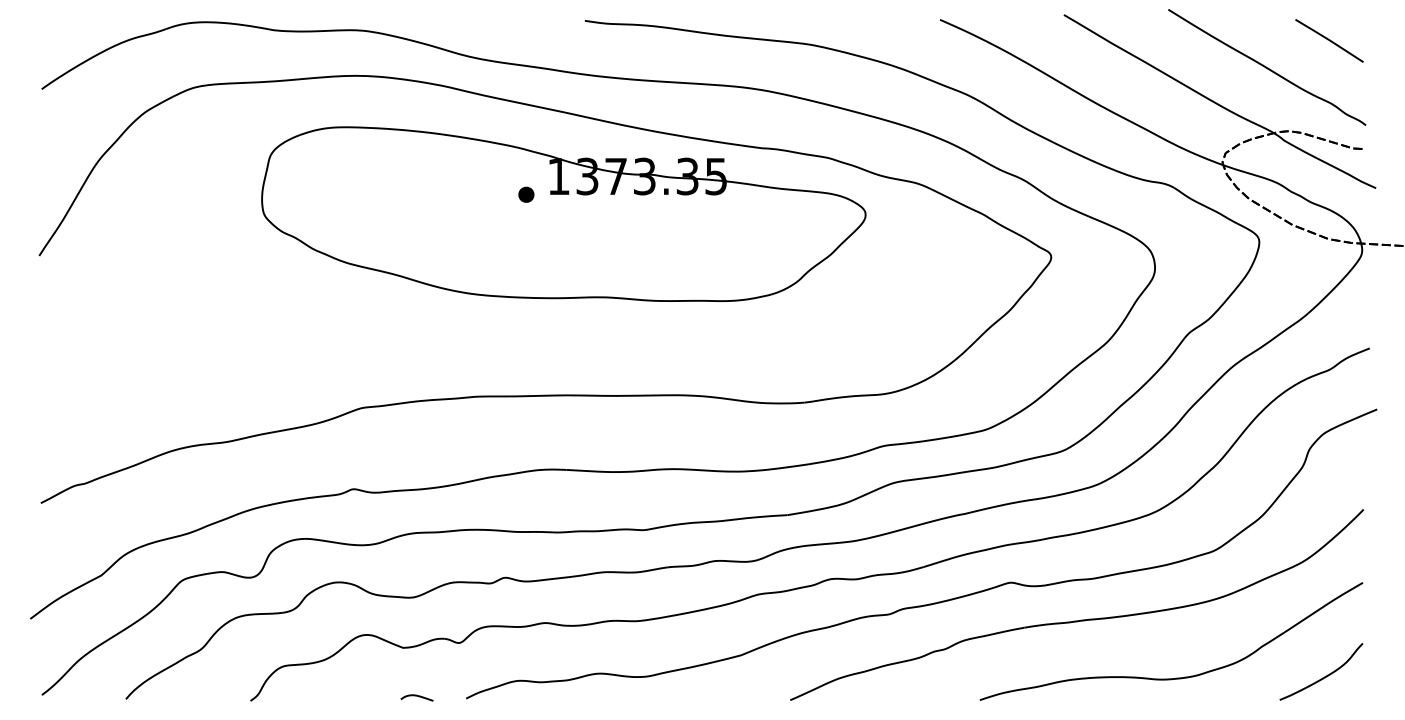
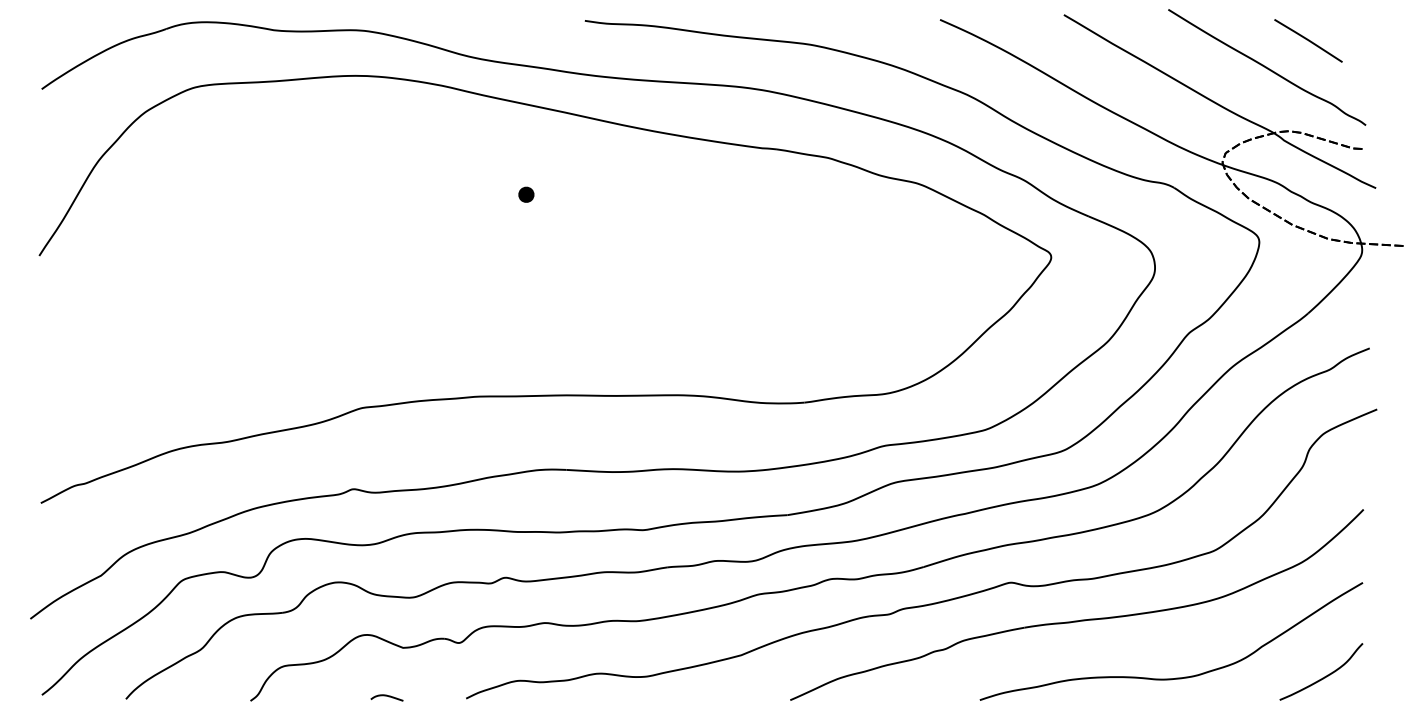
line at (1329, 40) position: (1329, 40) -> (1308, 40)
part at (563, 213): present -> none
curve at (416, 696) position: (416, 696) -> (386, 696)
